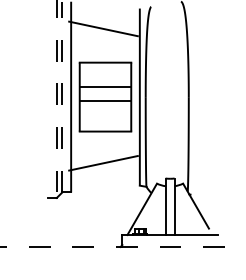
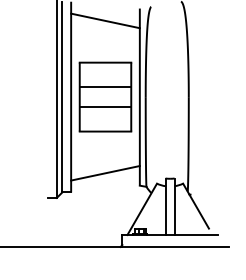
line at (103, 28) position: (103, 28) -> (105, 20)
line at (62, 96): dashed -> solid
line at (56, 99): dashed -> solid
line at (105, 101) position: (105, 101) -> (105, 107)
line at (103, 163) position: (103, 163) -> (105, 173)
line at (115, 246): dashed -> solid
